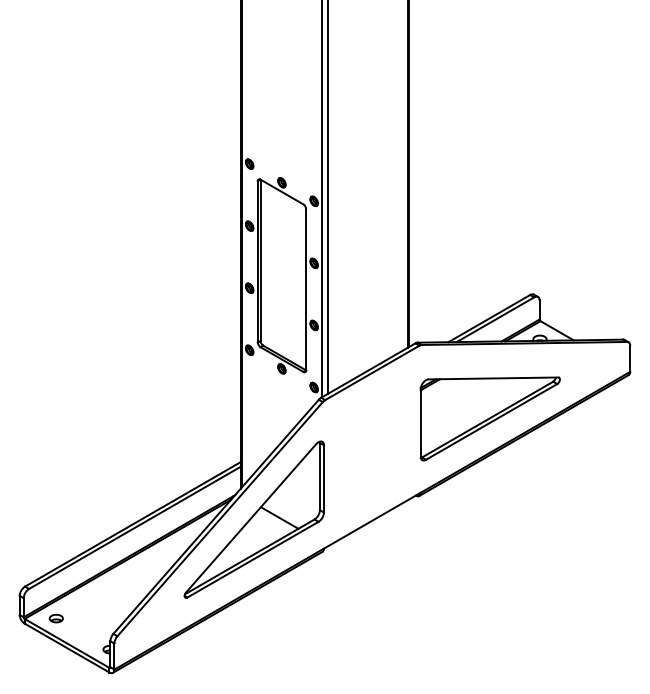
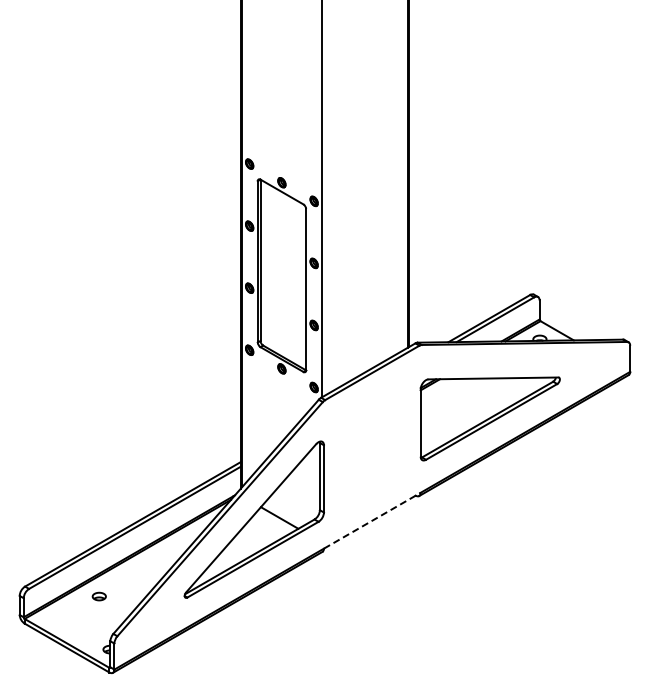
line at (328, 197): present -> none
line at (372, 520): solid -> dashed
part at (55, 618) position: (55, 618) -> (98, 596)
